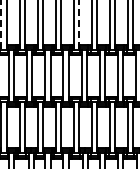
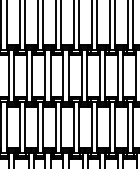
line at (1, 25): dashed -> solid
line at (78, 25): dashed -> solid
